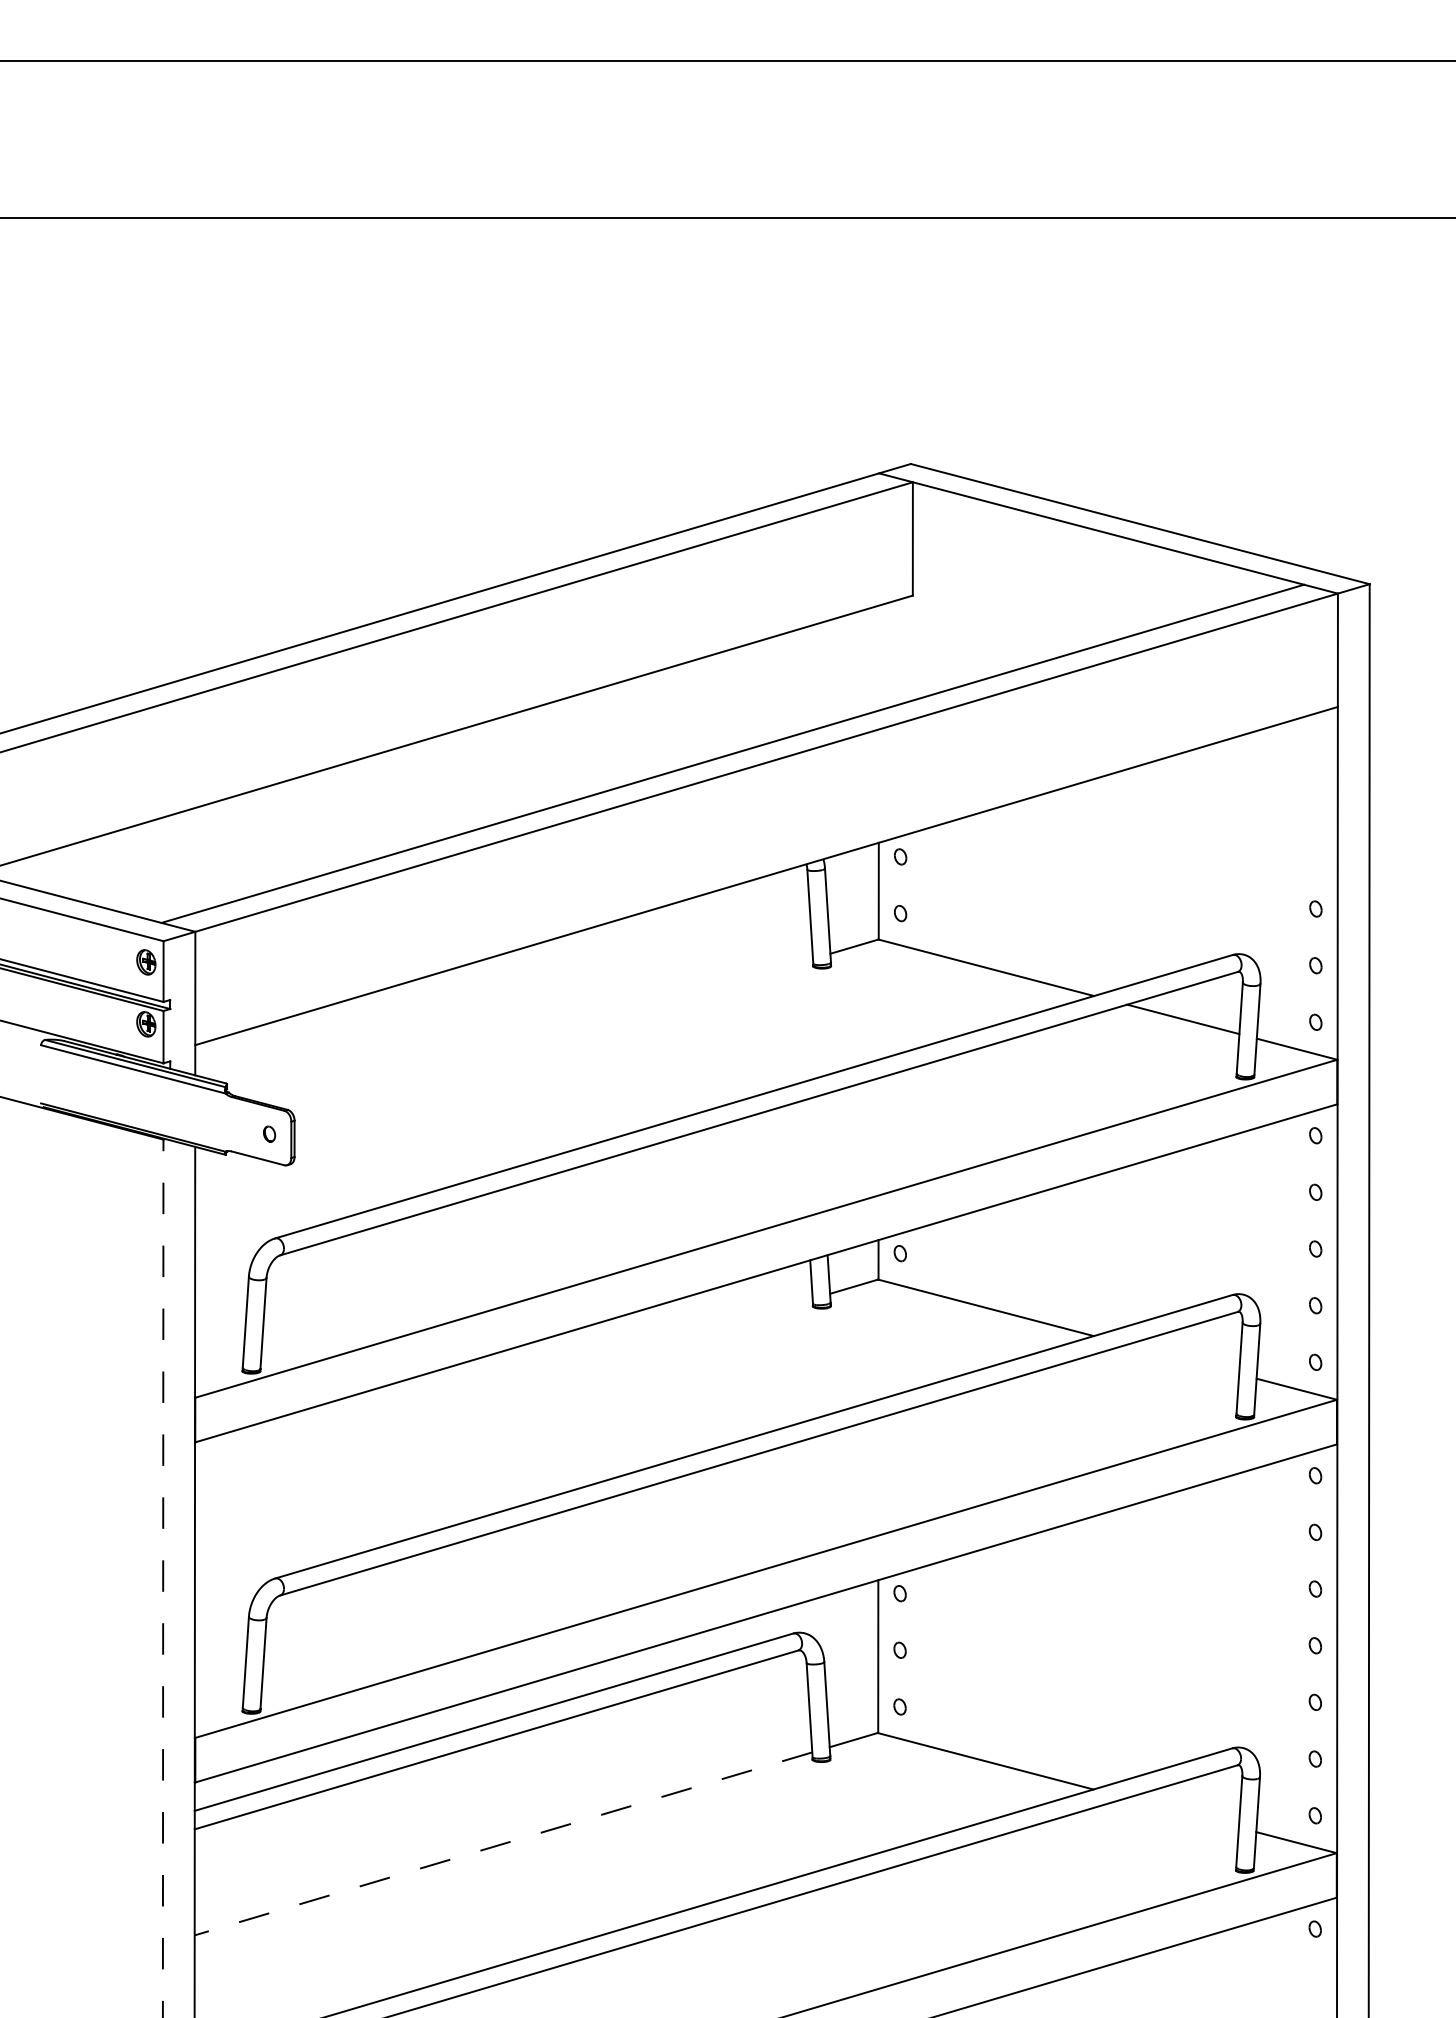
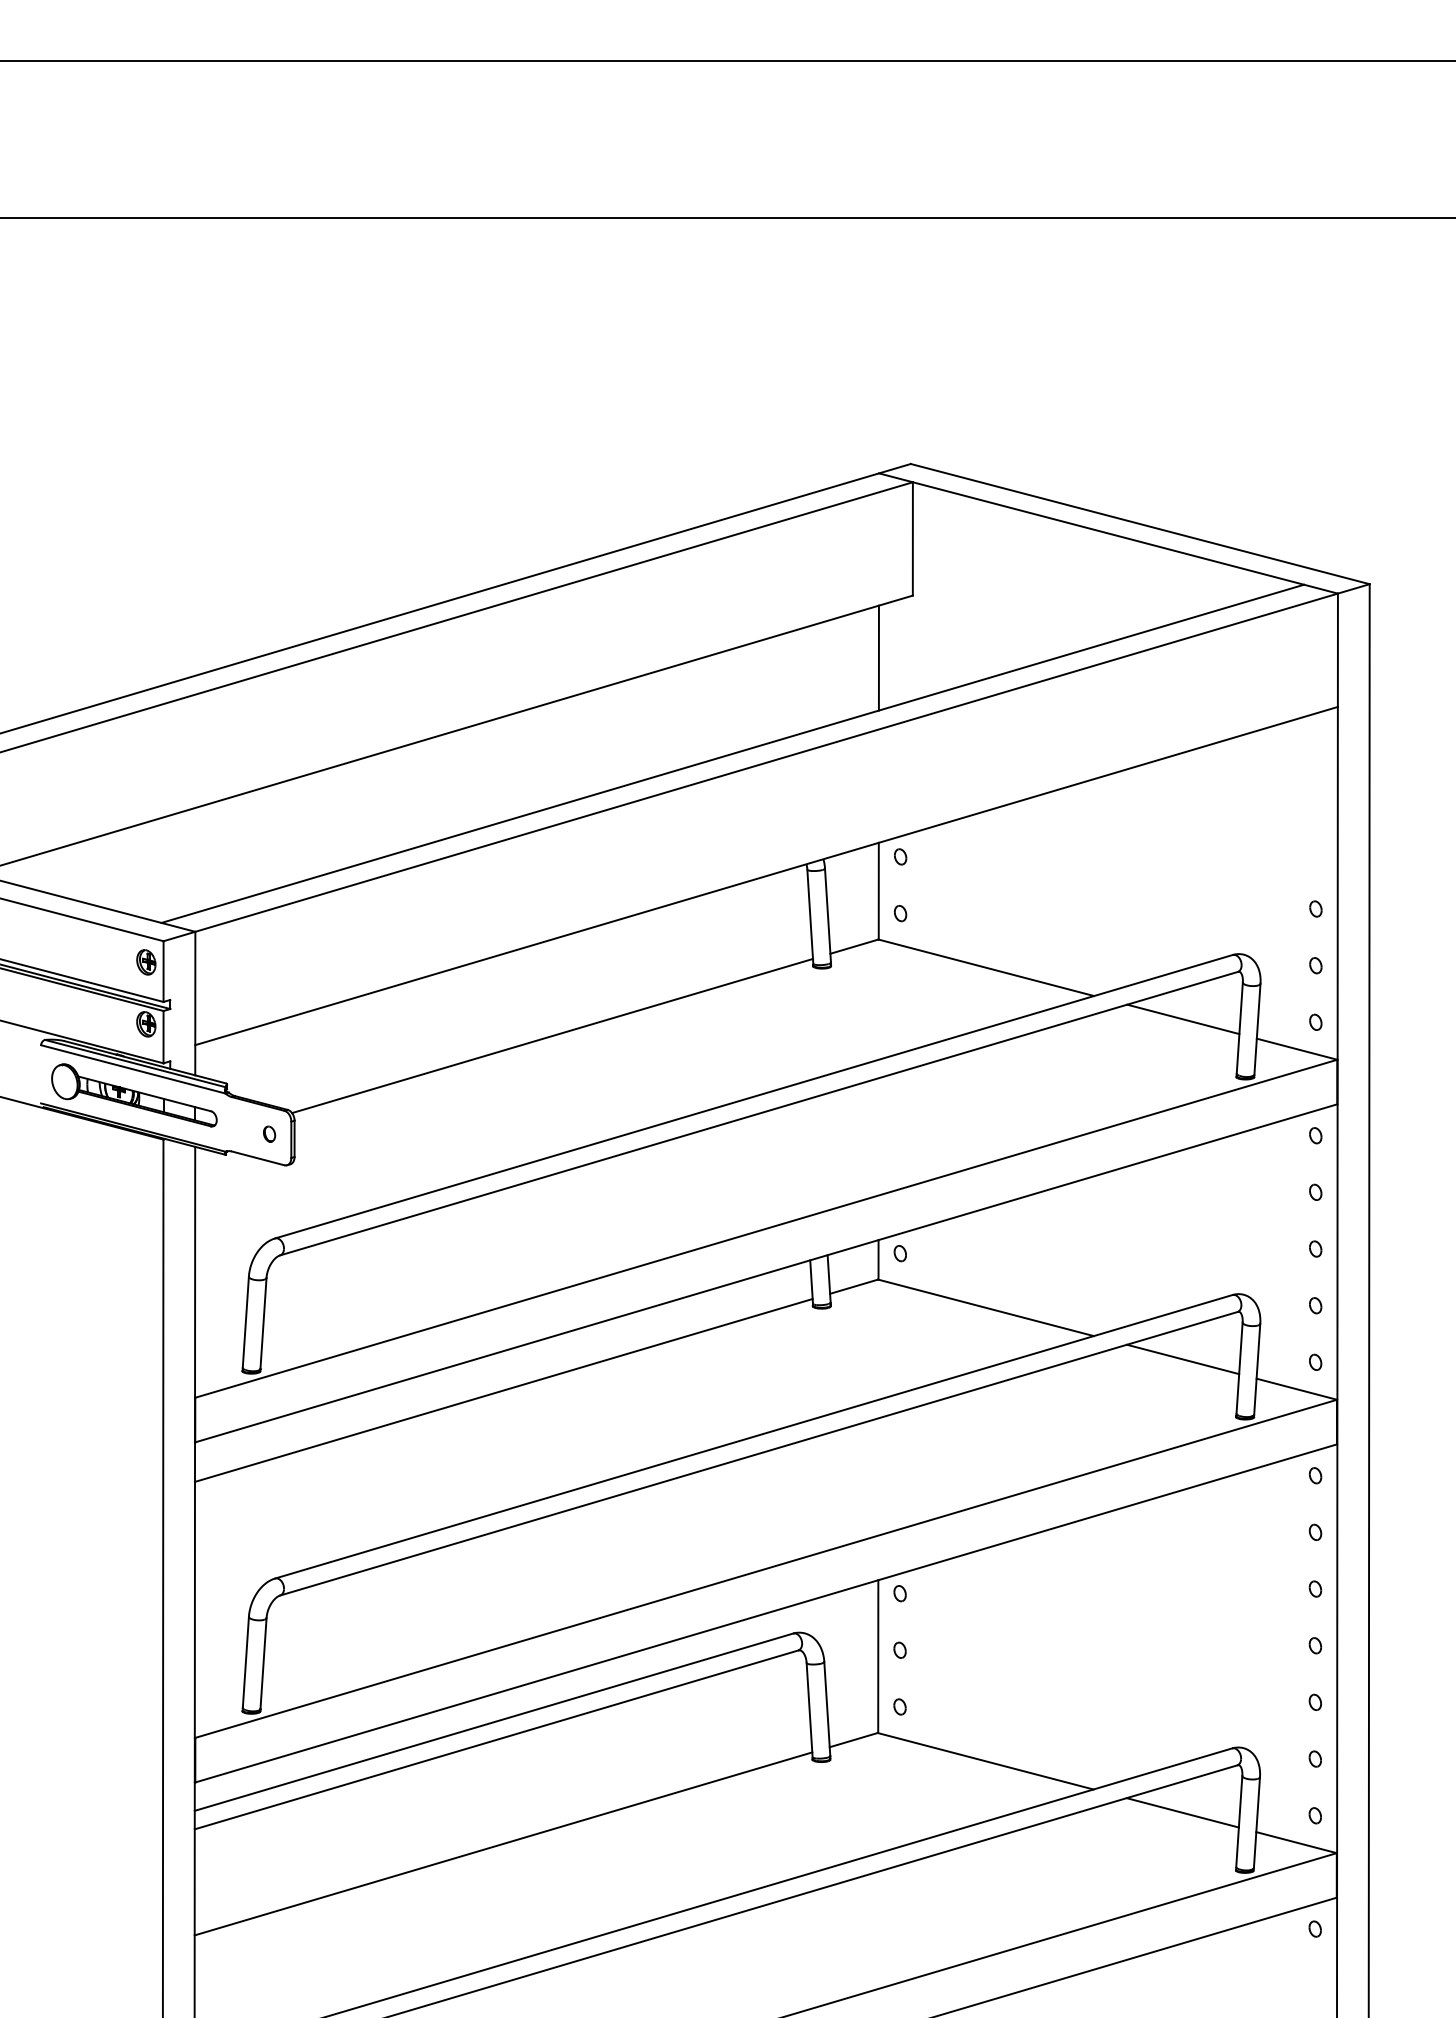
line at (878, 657): none -> present
line at (552, 1035): none -> present
part at (134, 1095): none -> present
line at (1182, 1359): none -> present
line at (503, 1389): none -> present
line at (163, 1578): dashed -> solid
line at (1182, 1812): none -> present
line at (503, 1844): dashed -> solid
